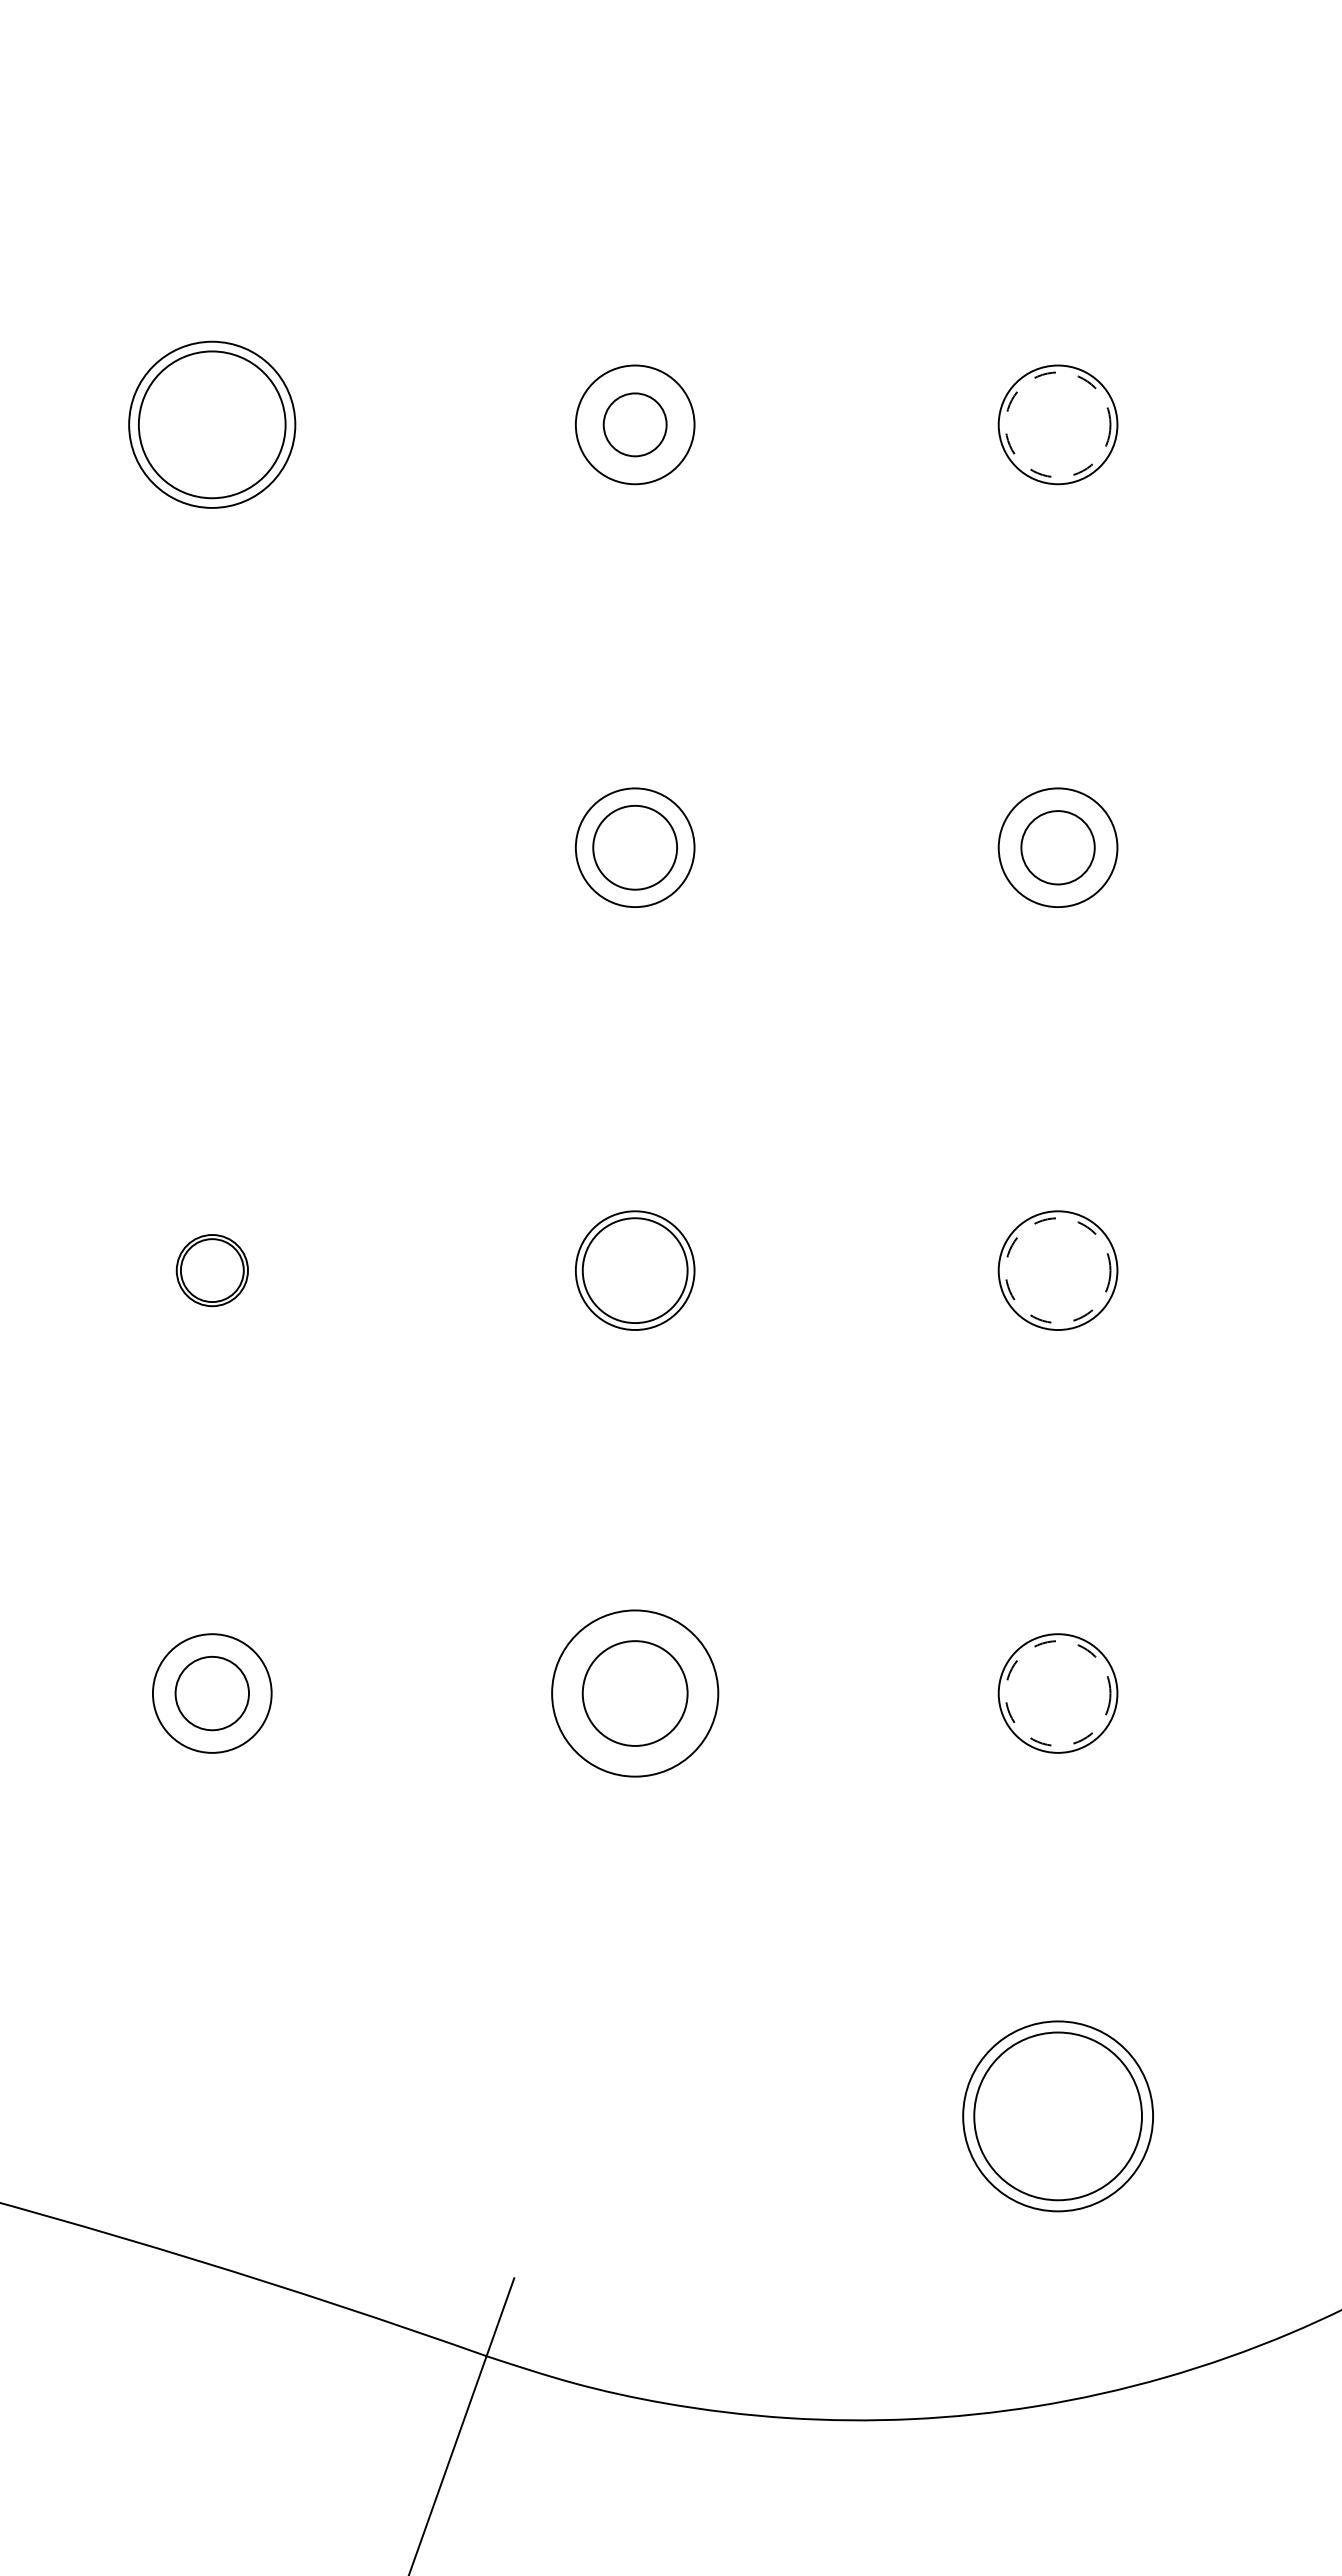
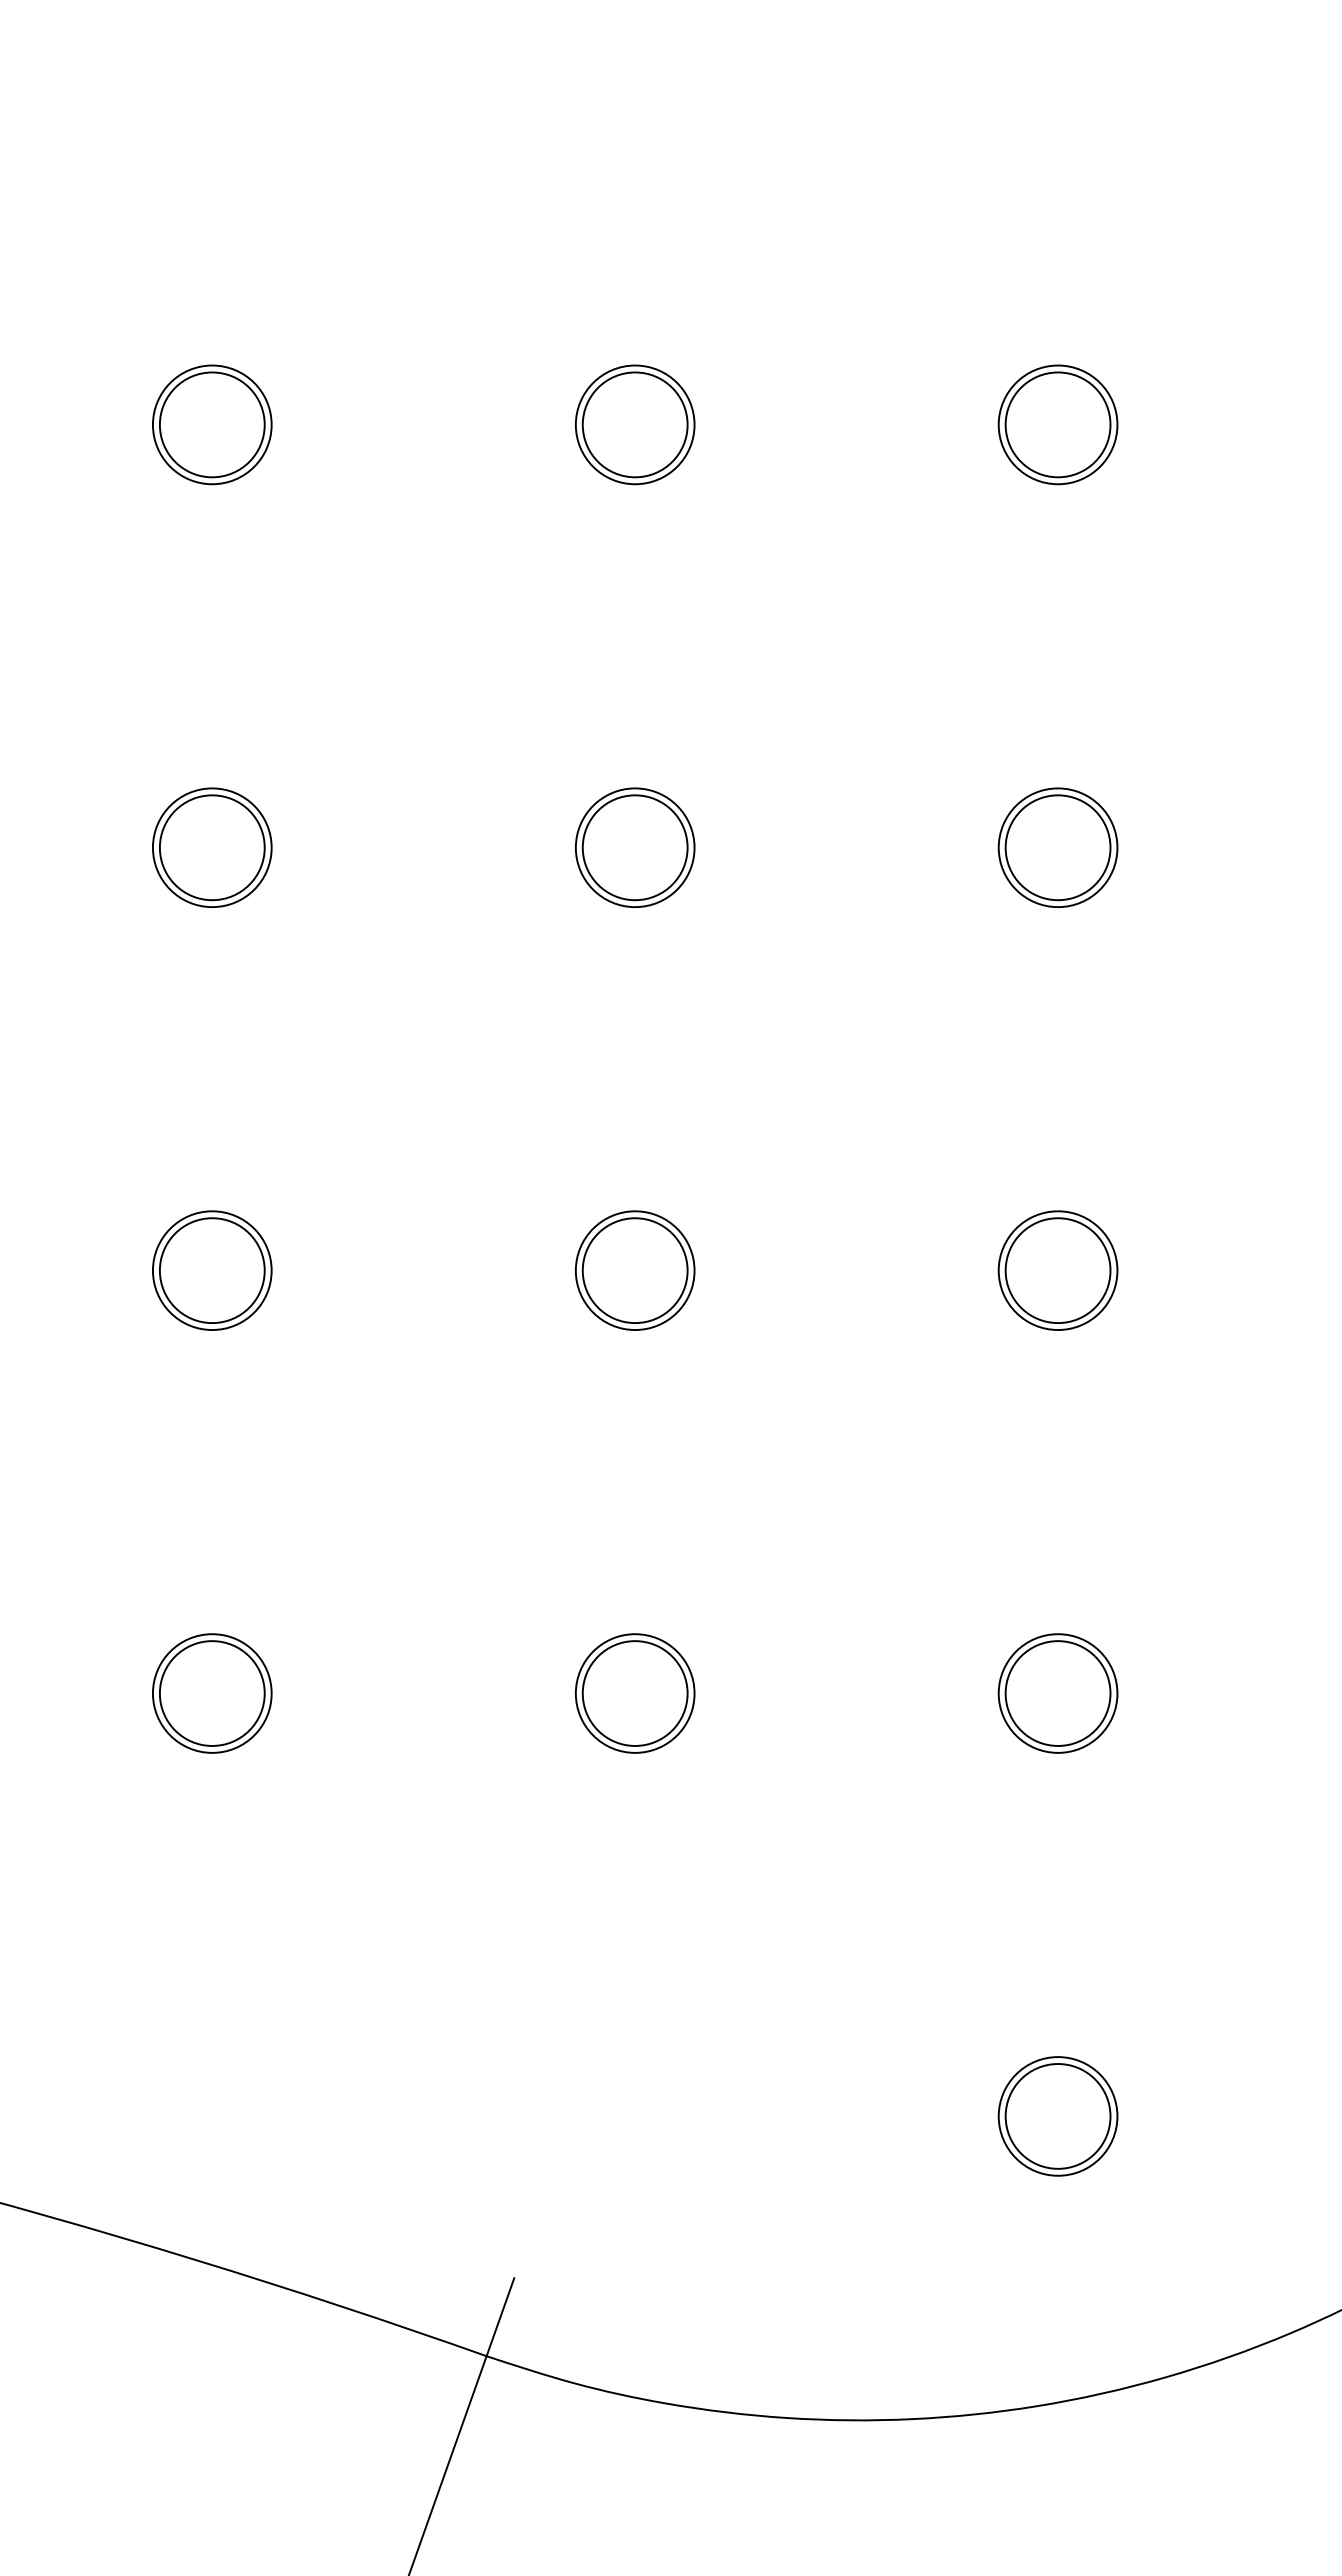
part at (212, 424) size: 169x169 px -> 121x122 px
circle at (634, 424) diameter: 63 px -> 105 px
circle at (1057, 424): dashed -> solid
part at (212, 847): none -> present
circle at (635, 847) diameter: 84 px -> 105 px
circle at (1057, 847) diameter: 73 px -> 105 px
part at (211, 1270) size: 74x74 px -> 121x121 px
circle at (1057, 1270): dashed -> solid
circle at (212, 1693) diameter: 73 px -> 105 px
circle at (635, 1693) diameter: 166 px -> 119 px
circle at (1057, 1693): dashed -> solid
part at (1057, 2116) size: 192x193 px -> 122x121 px
